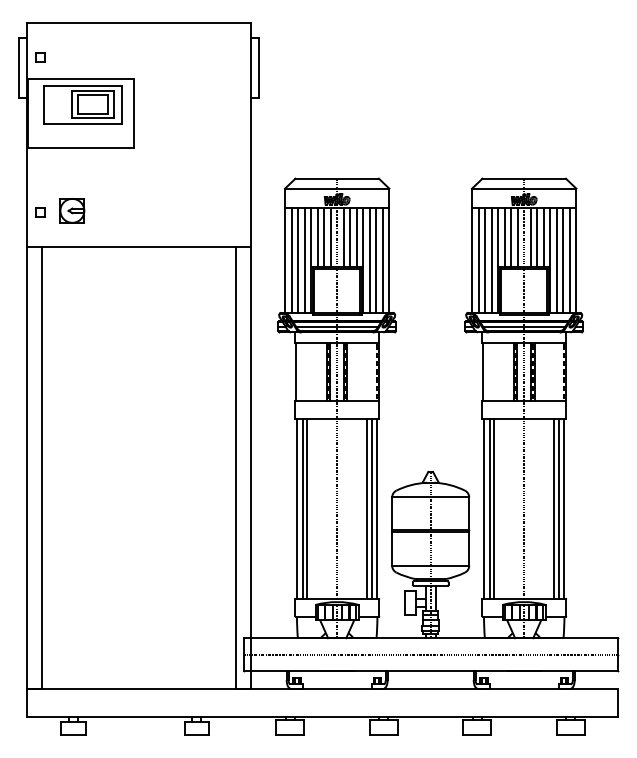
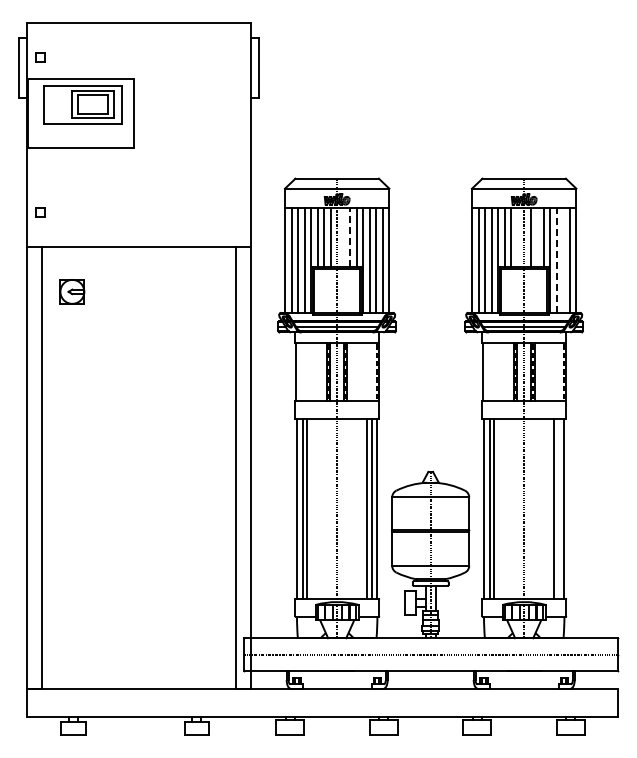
part at (72, 210) position: (72, 210) -> (72, 291)
line at (343, 237): present -> none
line at (350, 237): solid -> dashed
line at (517, 237): present -> none
line at (537, 237): present -> none
line at (556, 260): solid -> dashed
line at (563, 260): present -> none
line at (558, 508): present -> none
